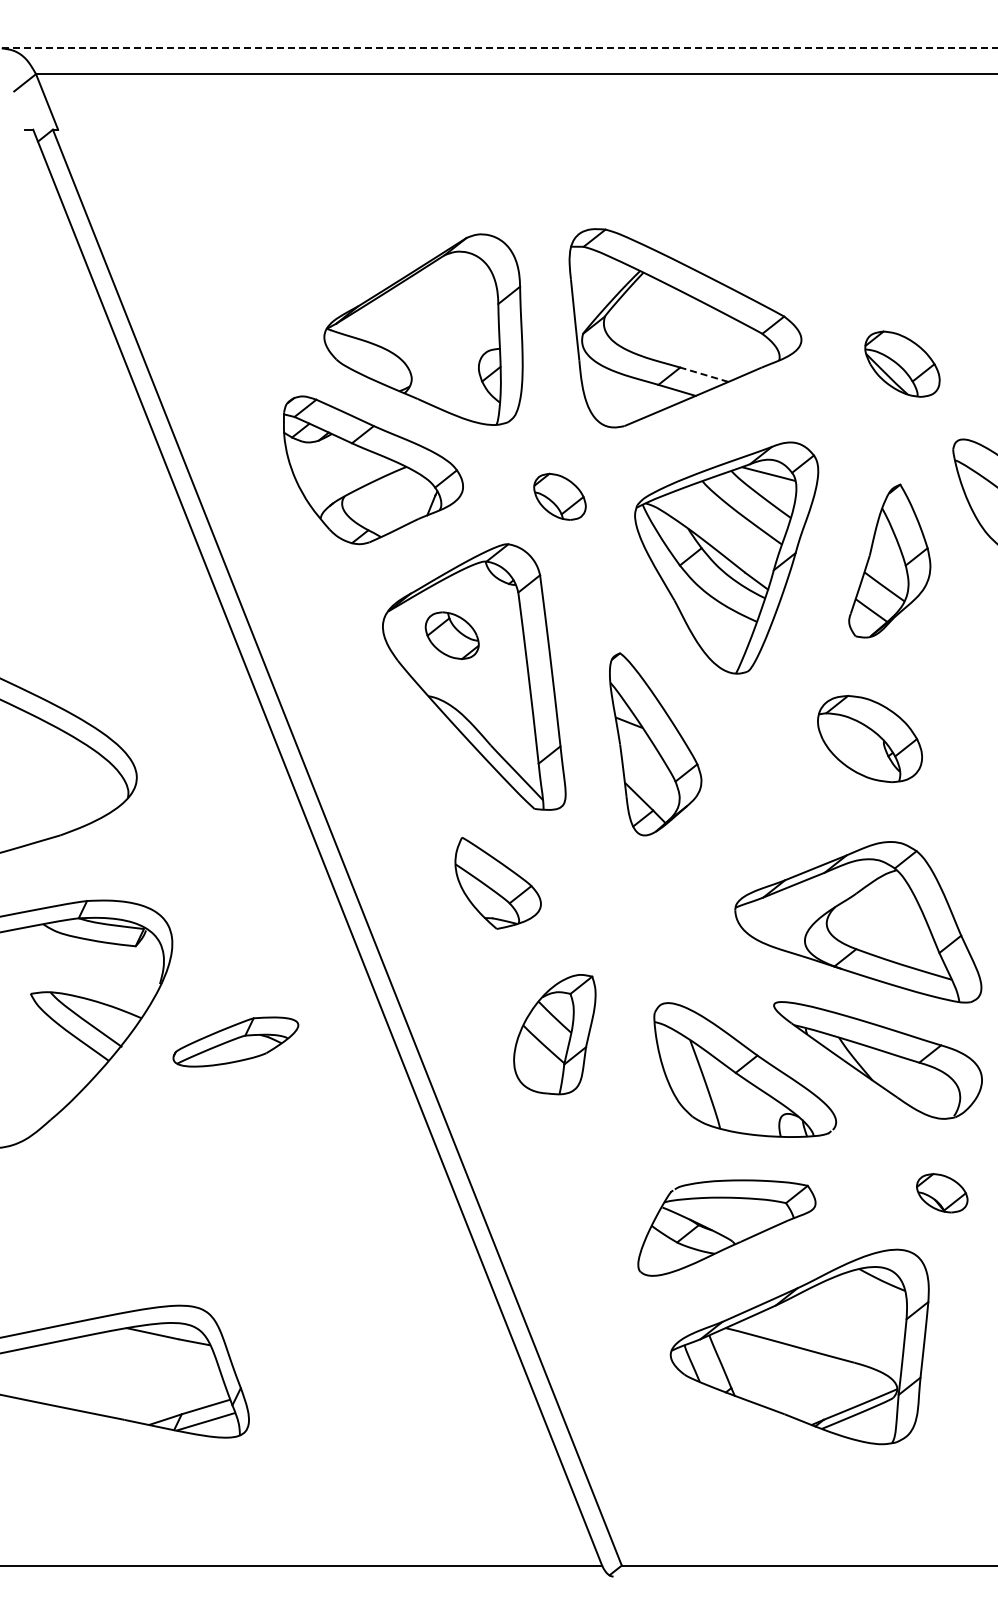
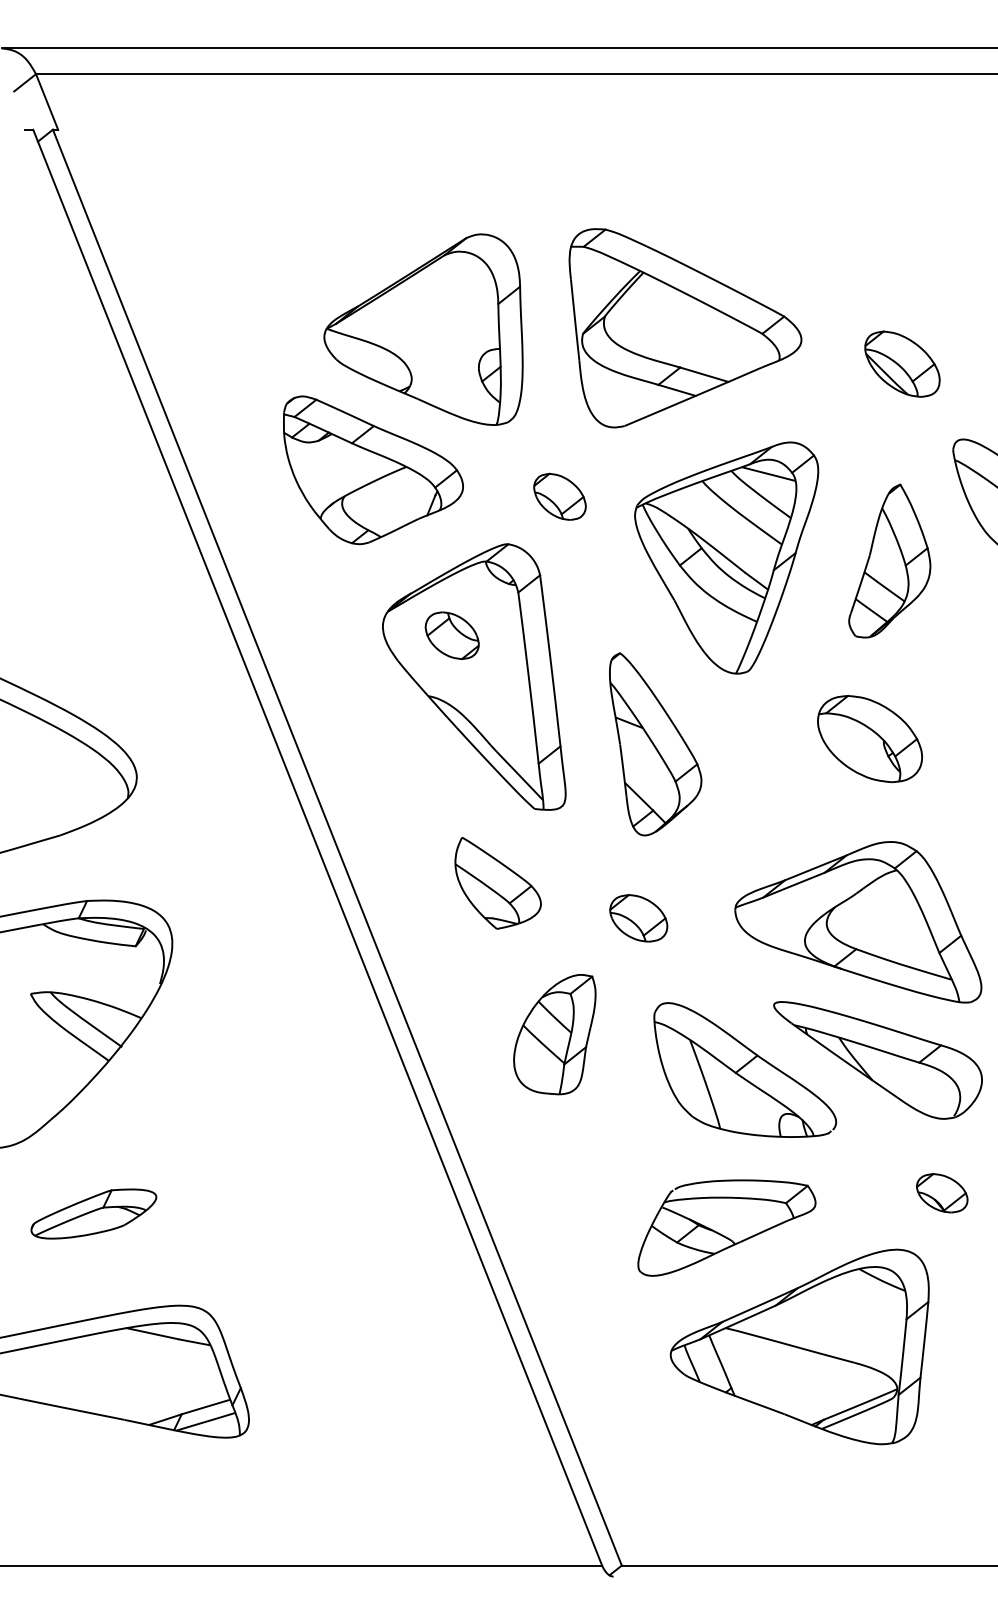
line at (499, 48): dashed -> solid
line at (703, 374): dashed -> solid
part at (638, 918): none -> present
part at (235, 1041) position: (235, 1041) -> (93, 1213)
